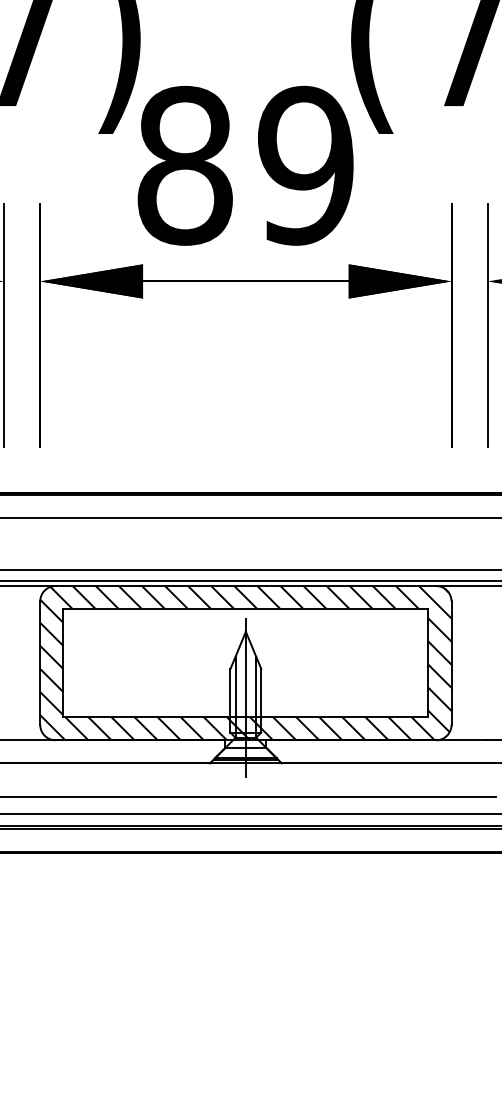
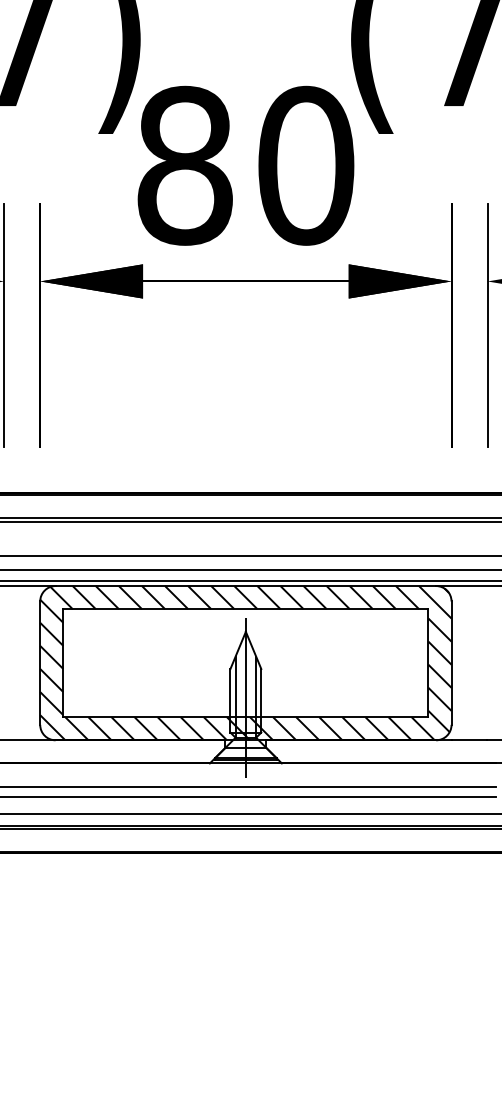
text at (305, 165): 89 -> 80
line at (250, 521): none -> present
line at (250, 556): none -> present
line at (249, 786): none -> present
